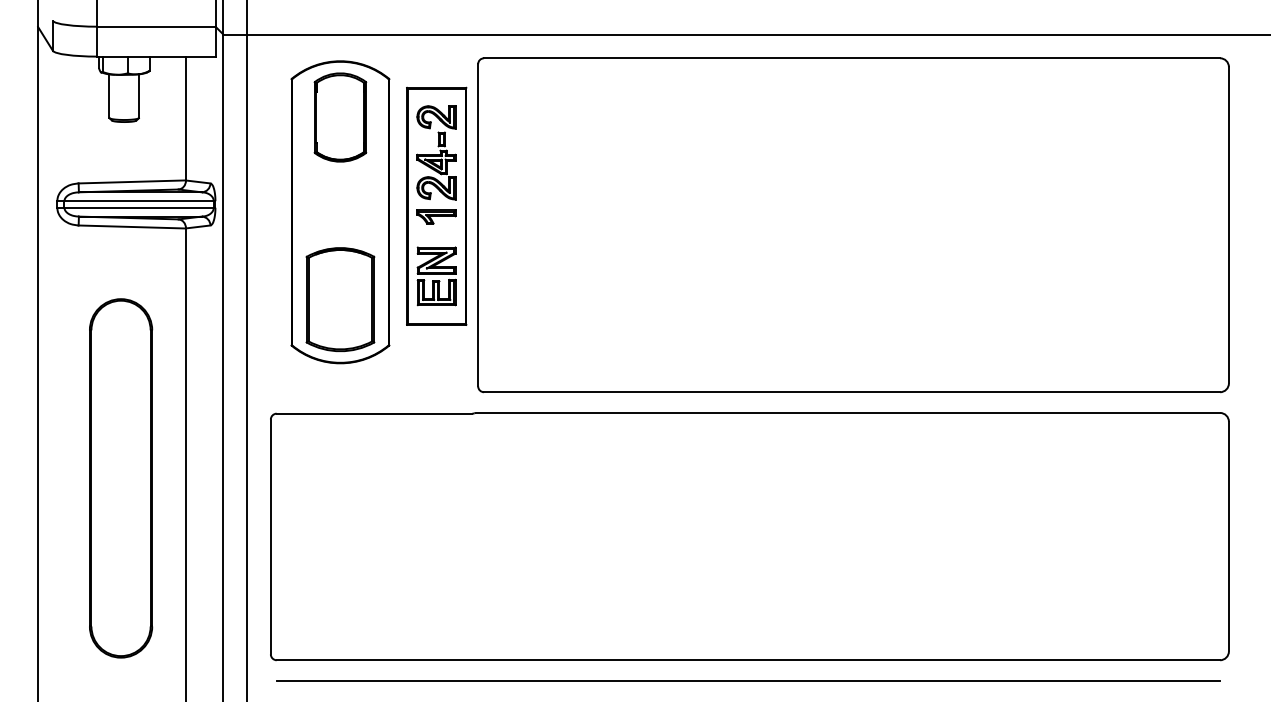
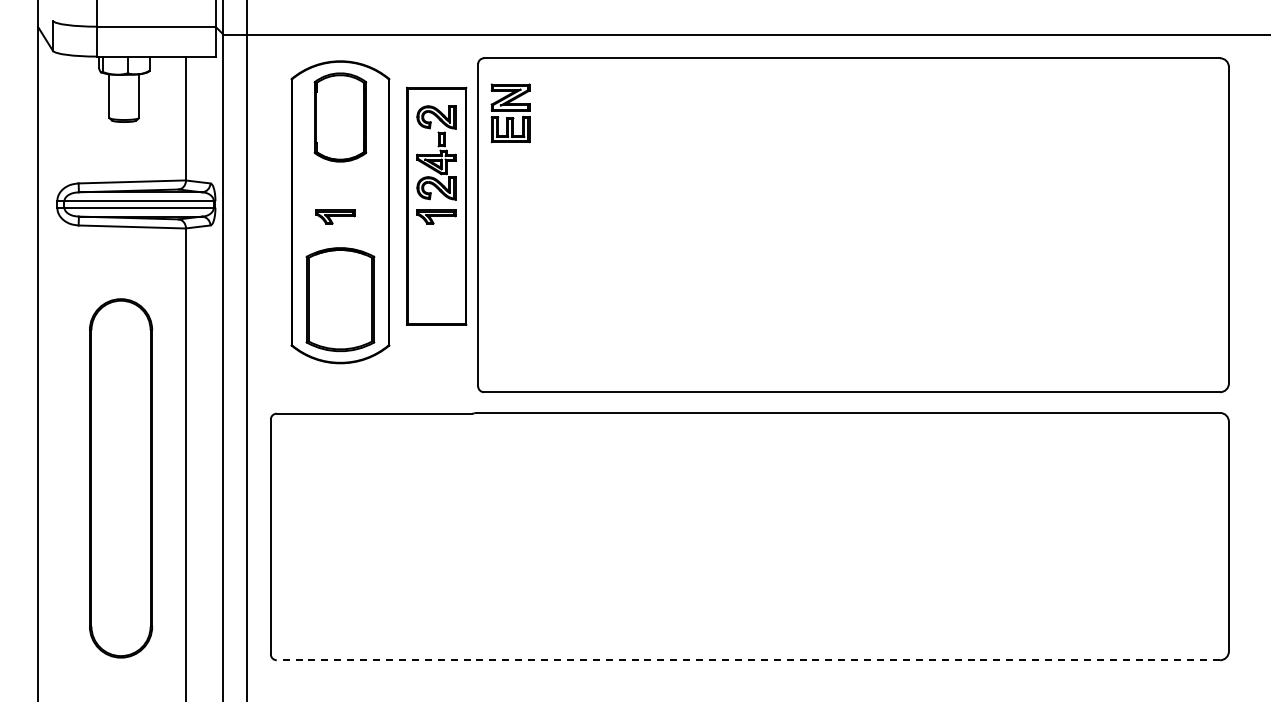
part at (335, 216): none -> present
part at (436, 276) position: (436, 276) -> (510, 113)
line at (748, 660): solid -> dashed
line at (748, 680): present -> none
